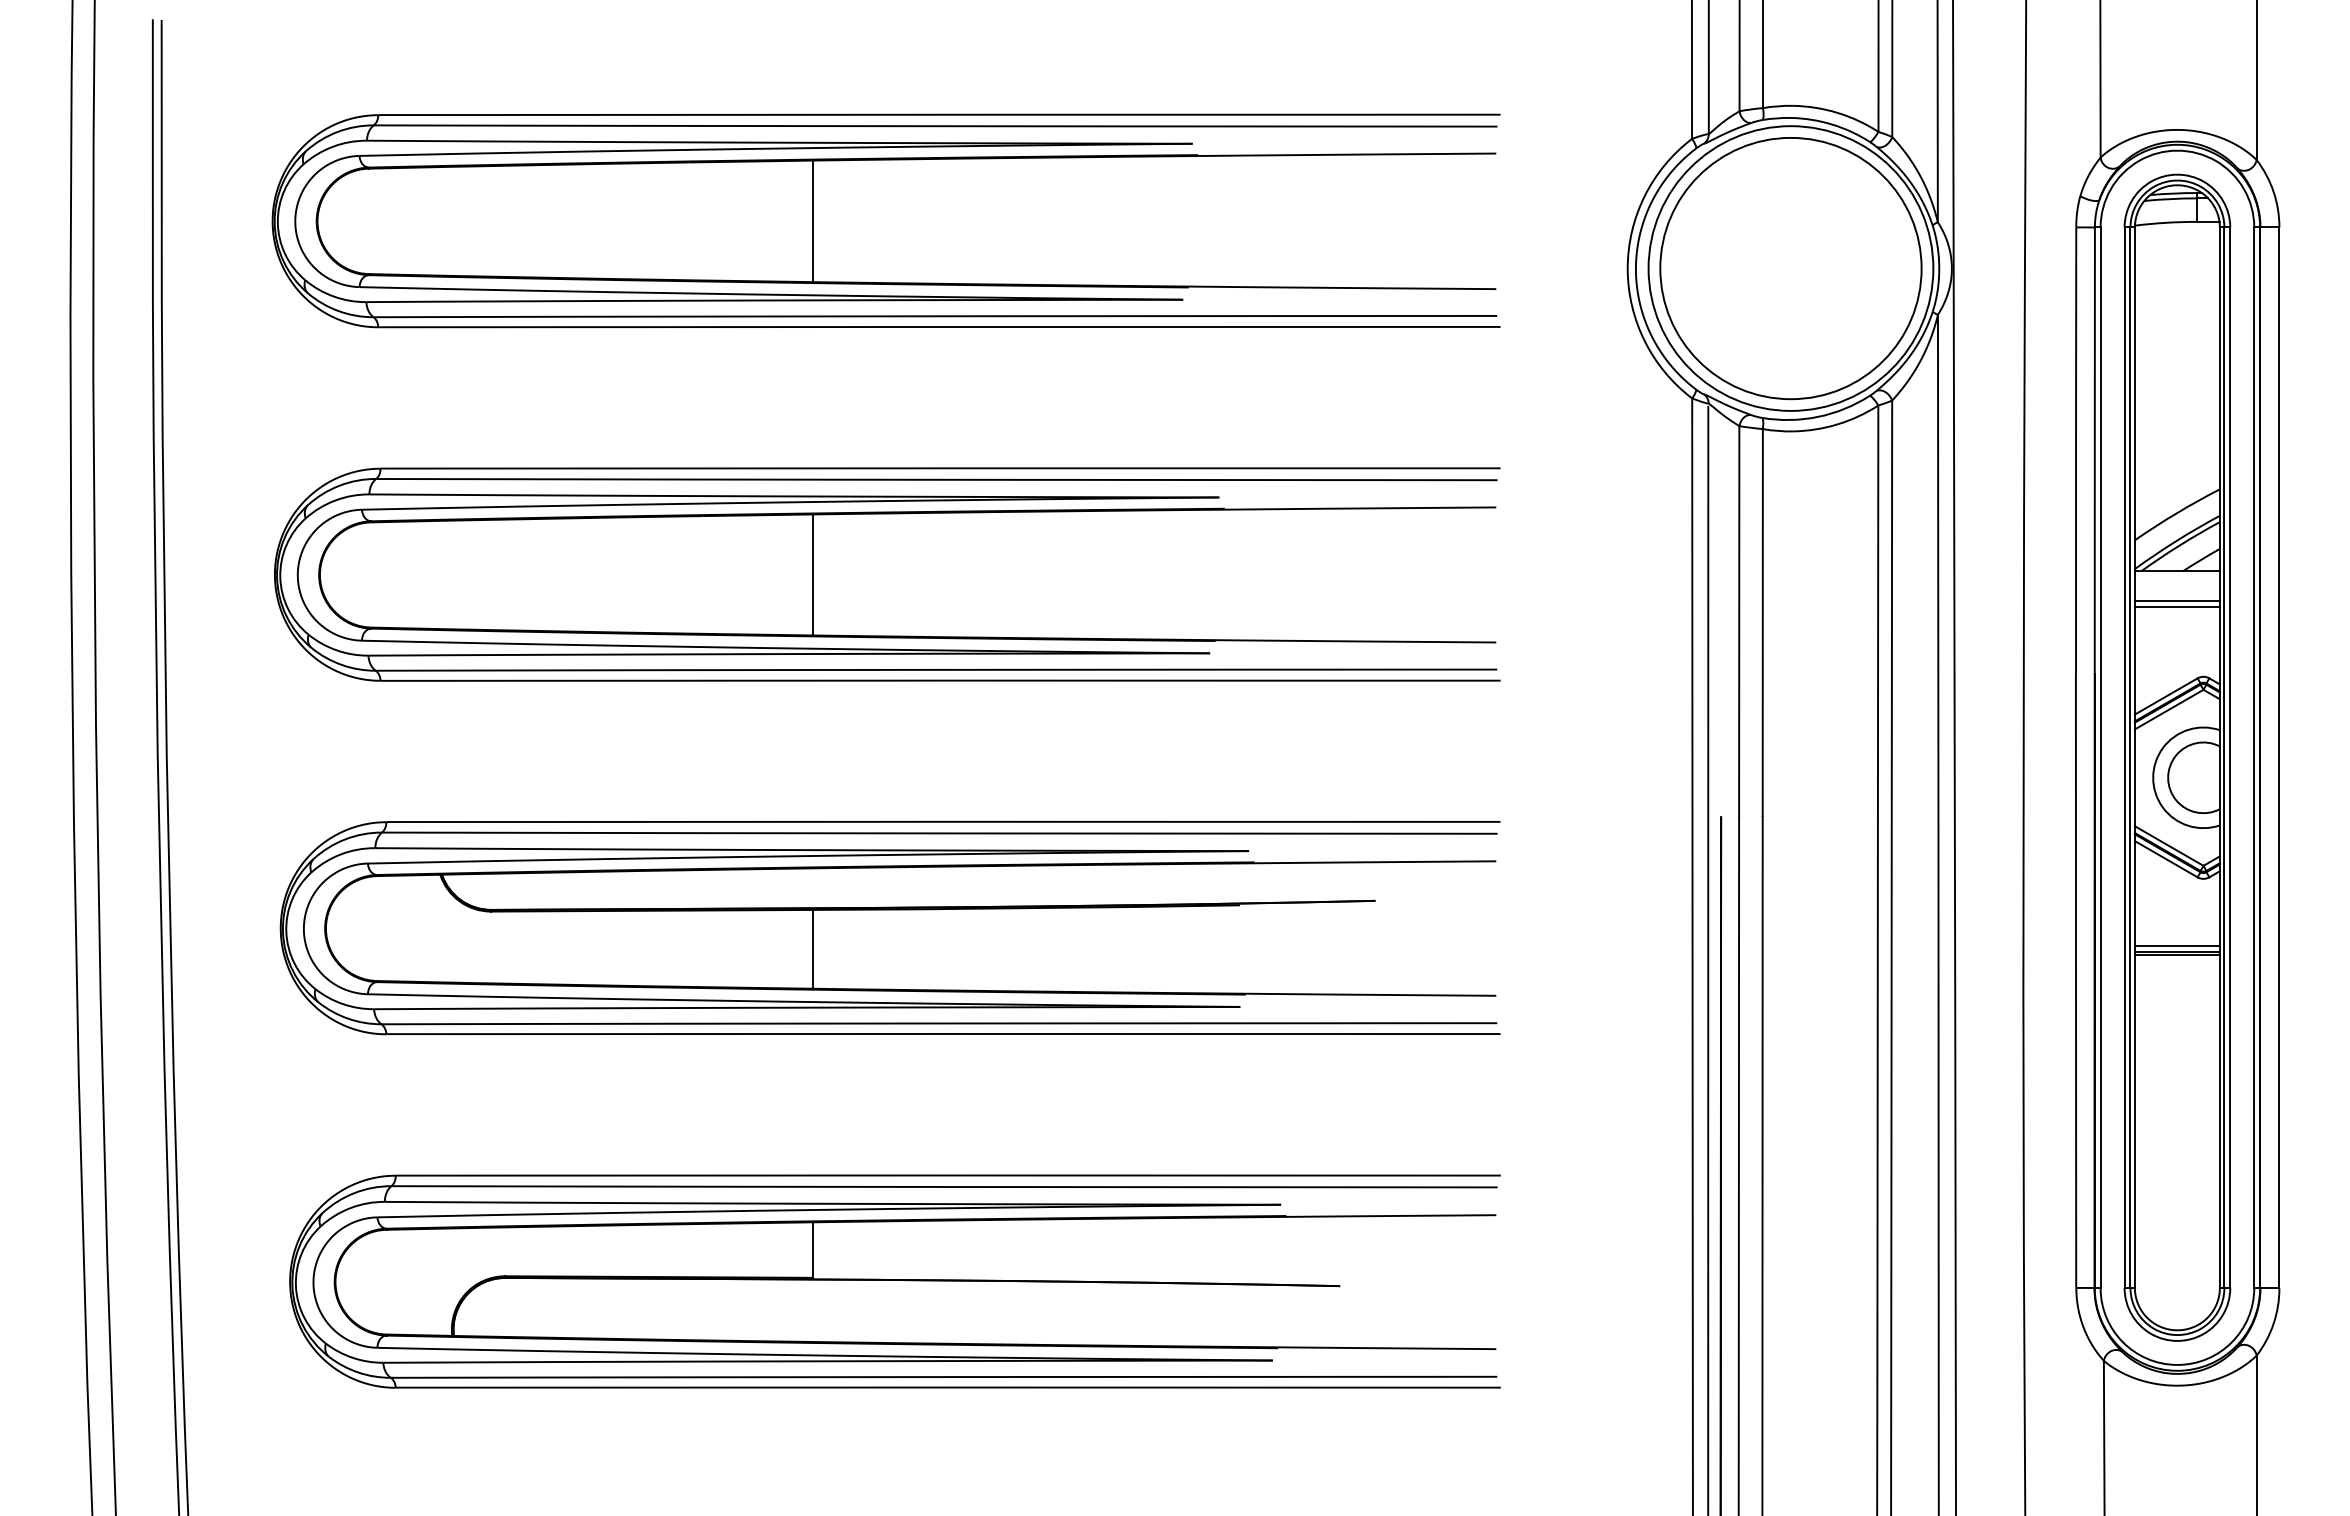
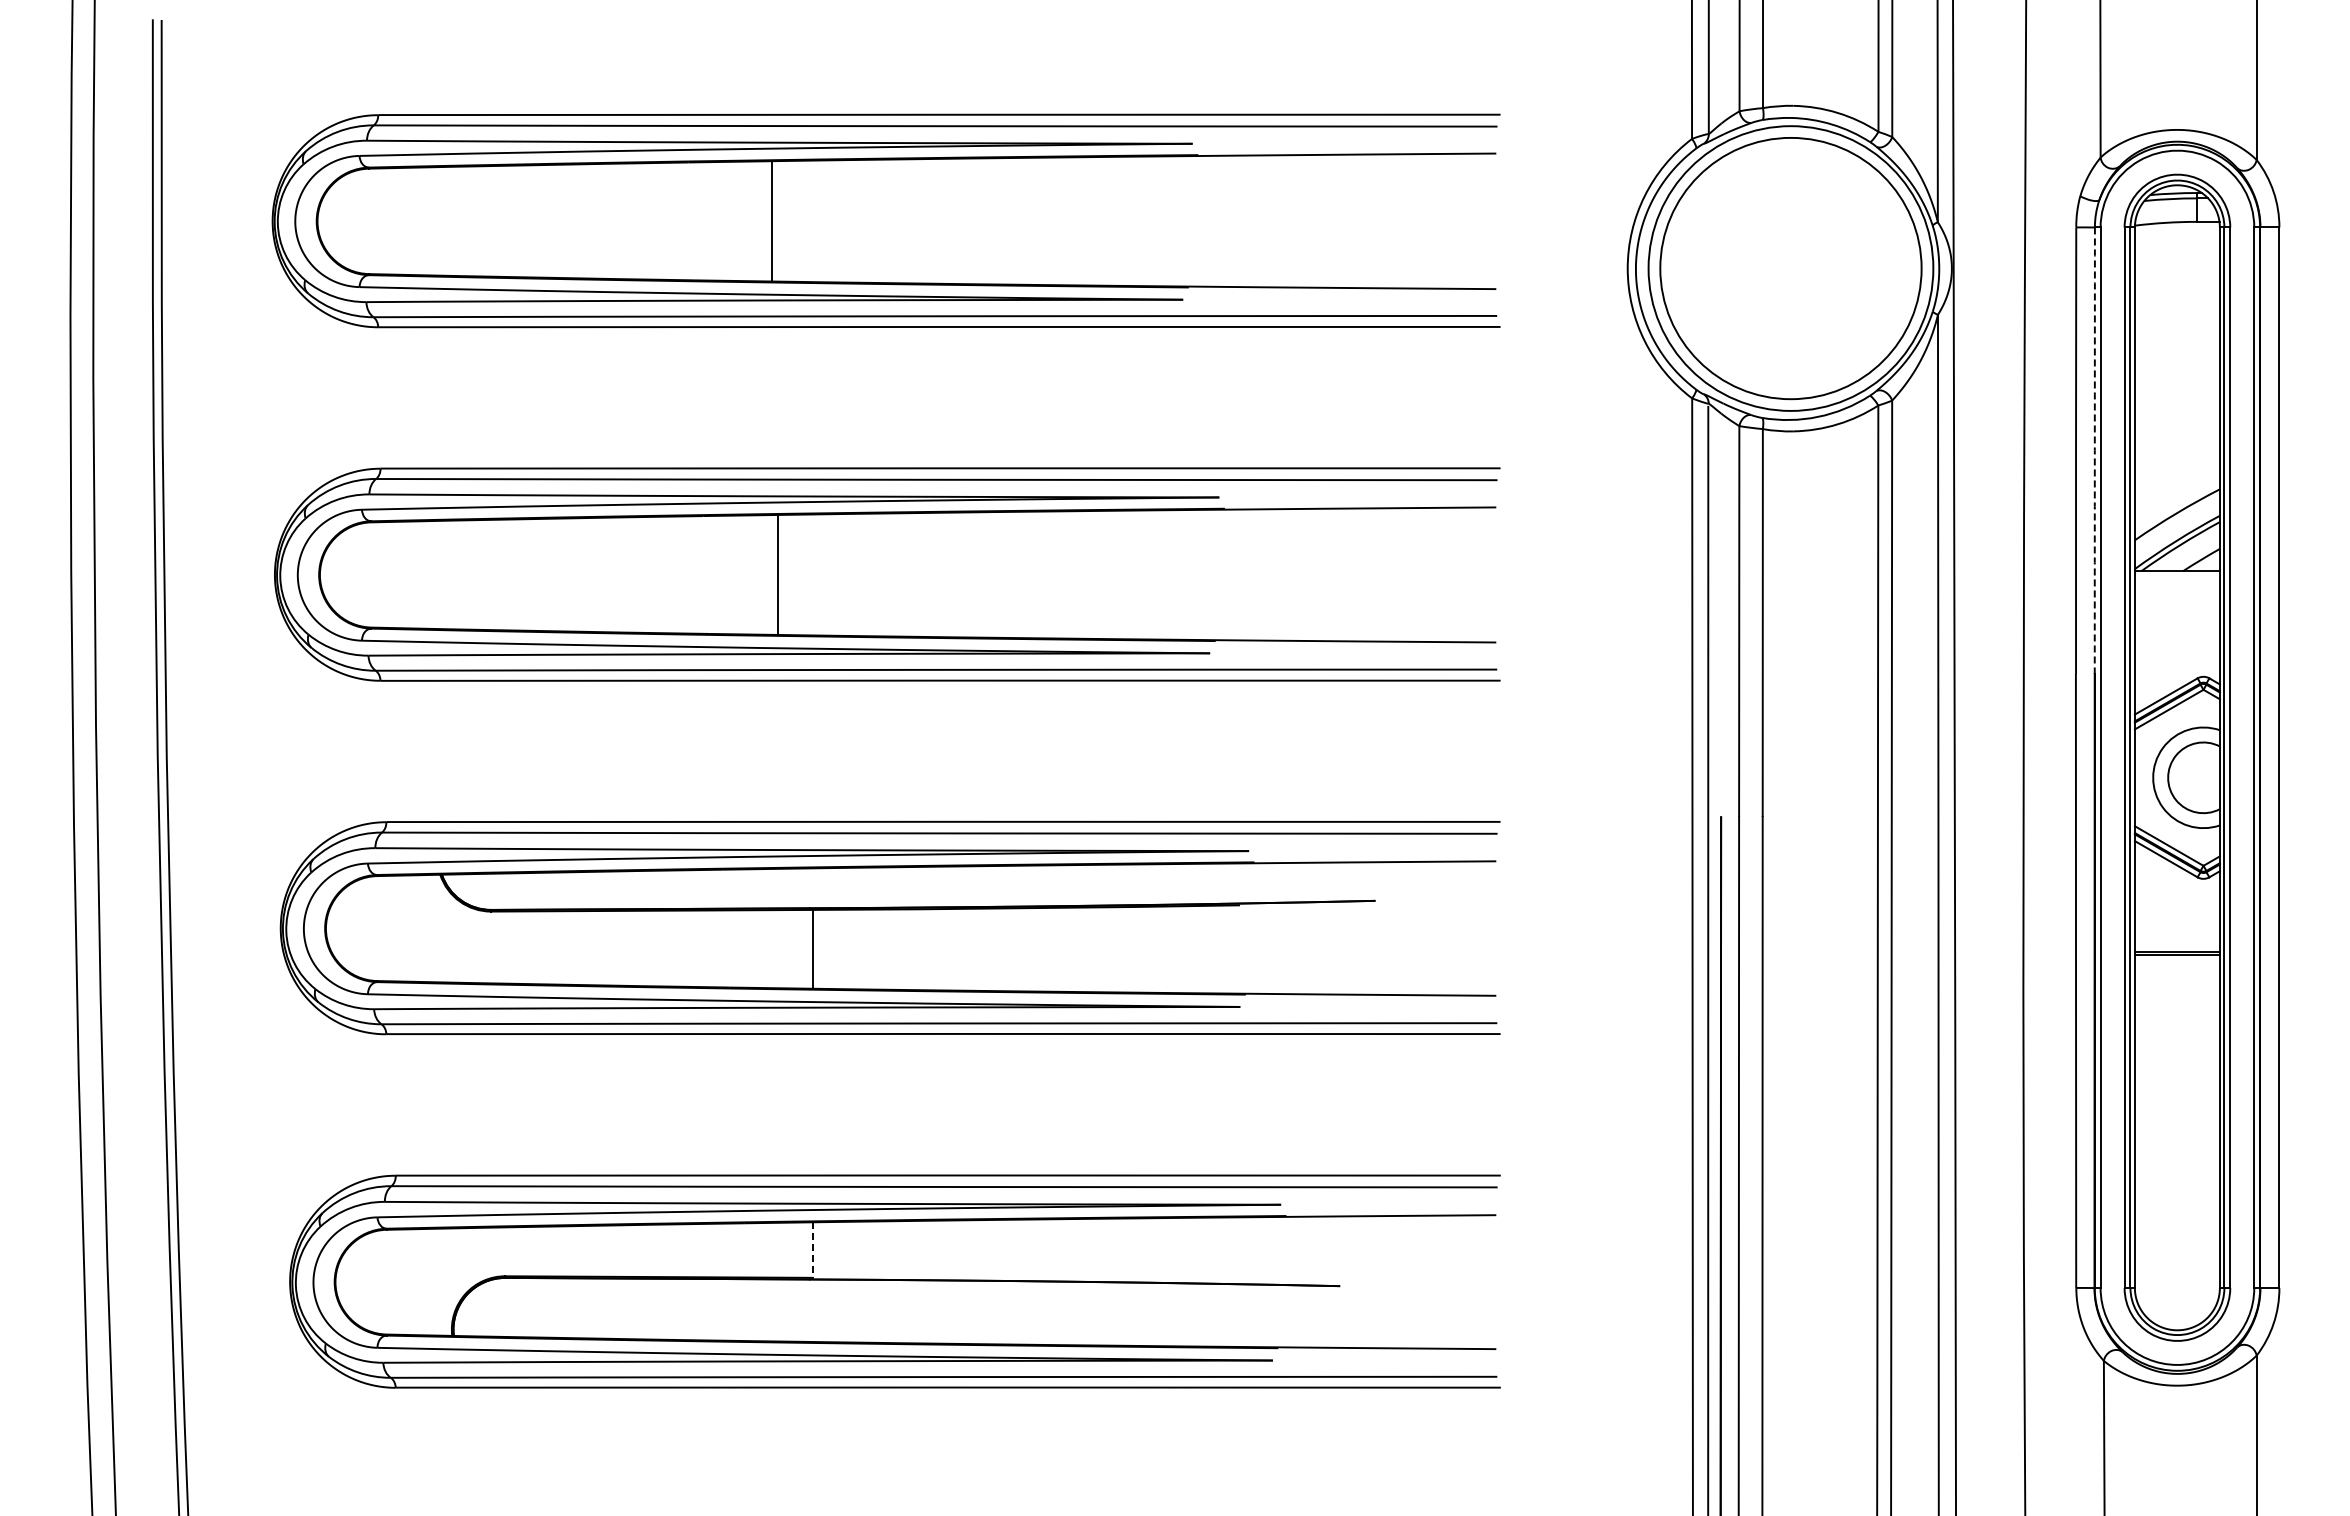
line at (812, 221) position: (812, 221) -> (771, 221)
arc at (2094, 450): solid -> dashed
line at (812, 574) position: (812, 574) -> (777, 574)
line at (2176, 600): present -> none
line at (2176, 606): present -> none
line at (2176, 946): present -> none
line at (812, 1250): solid -> dashed
